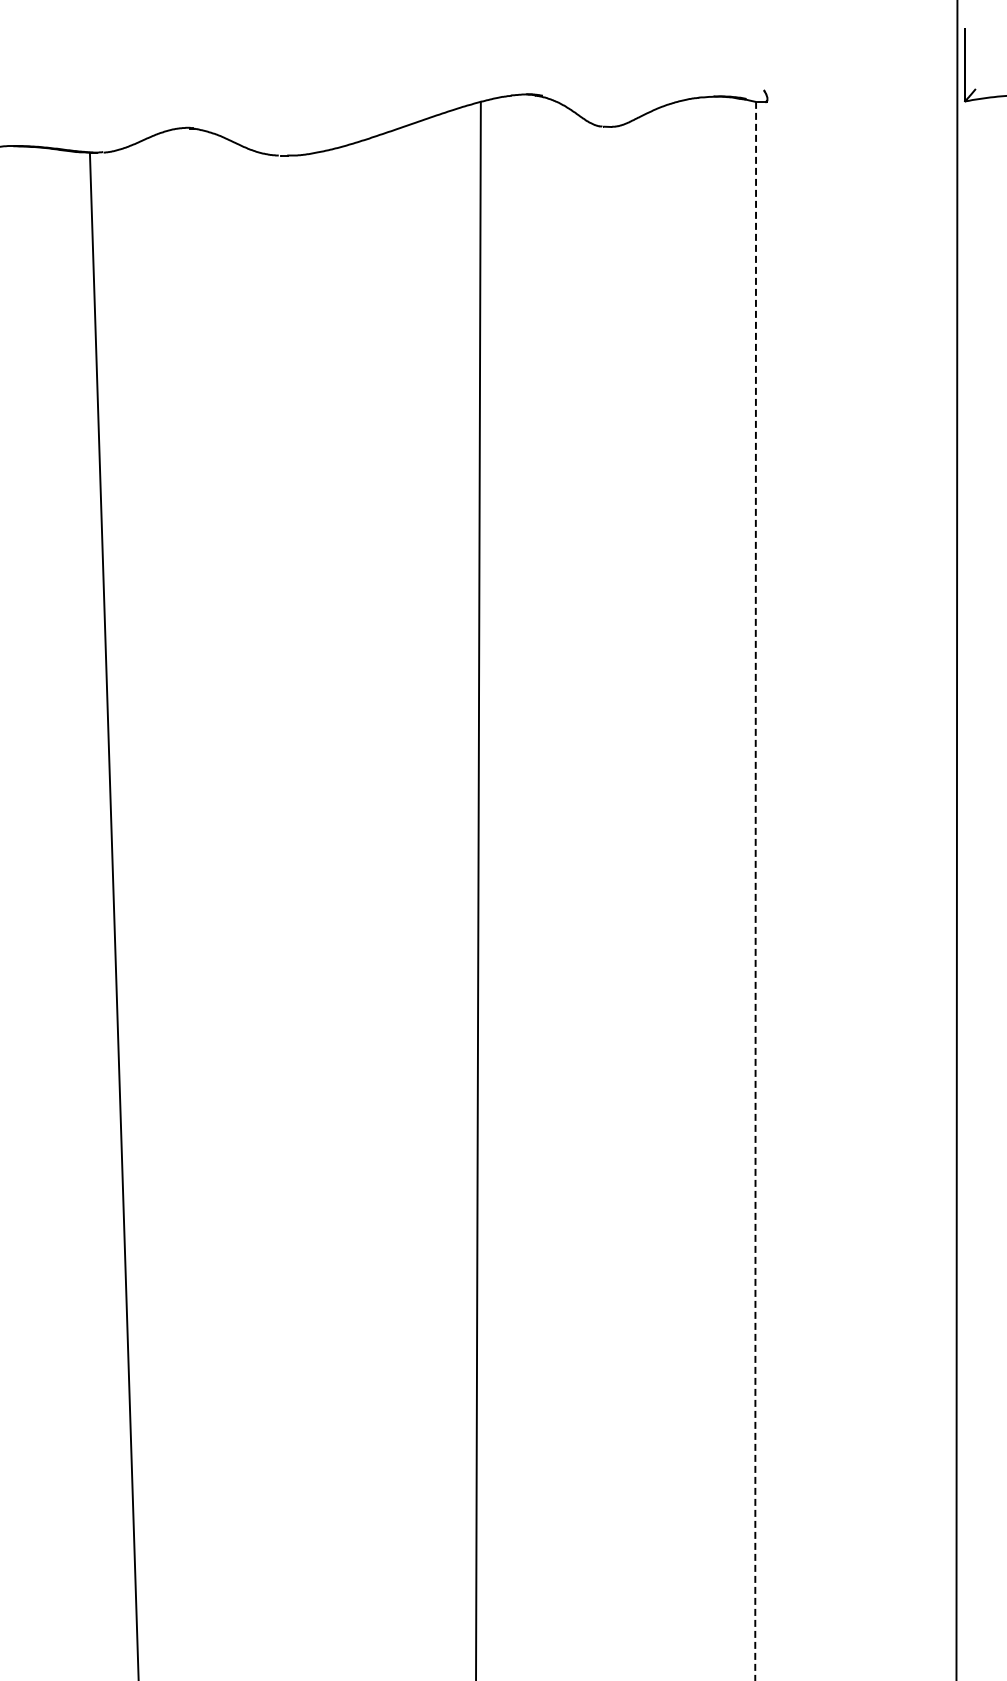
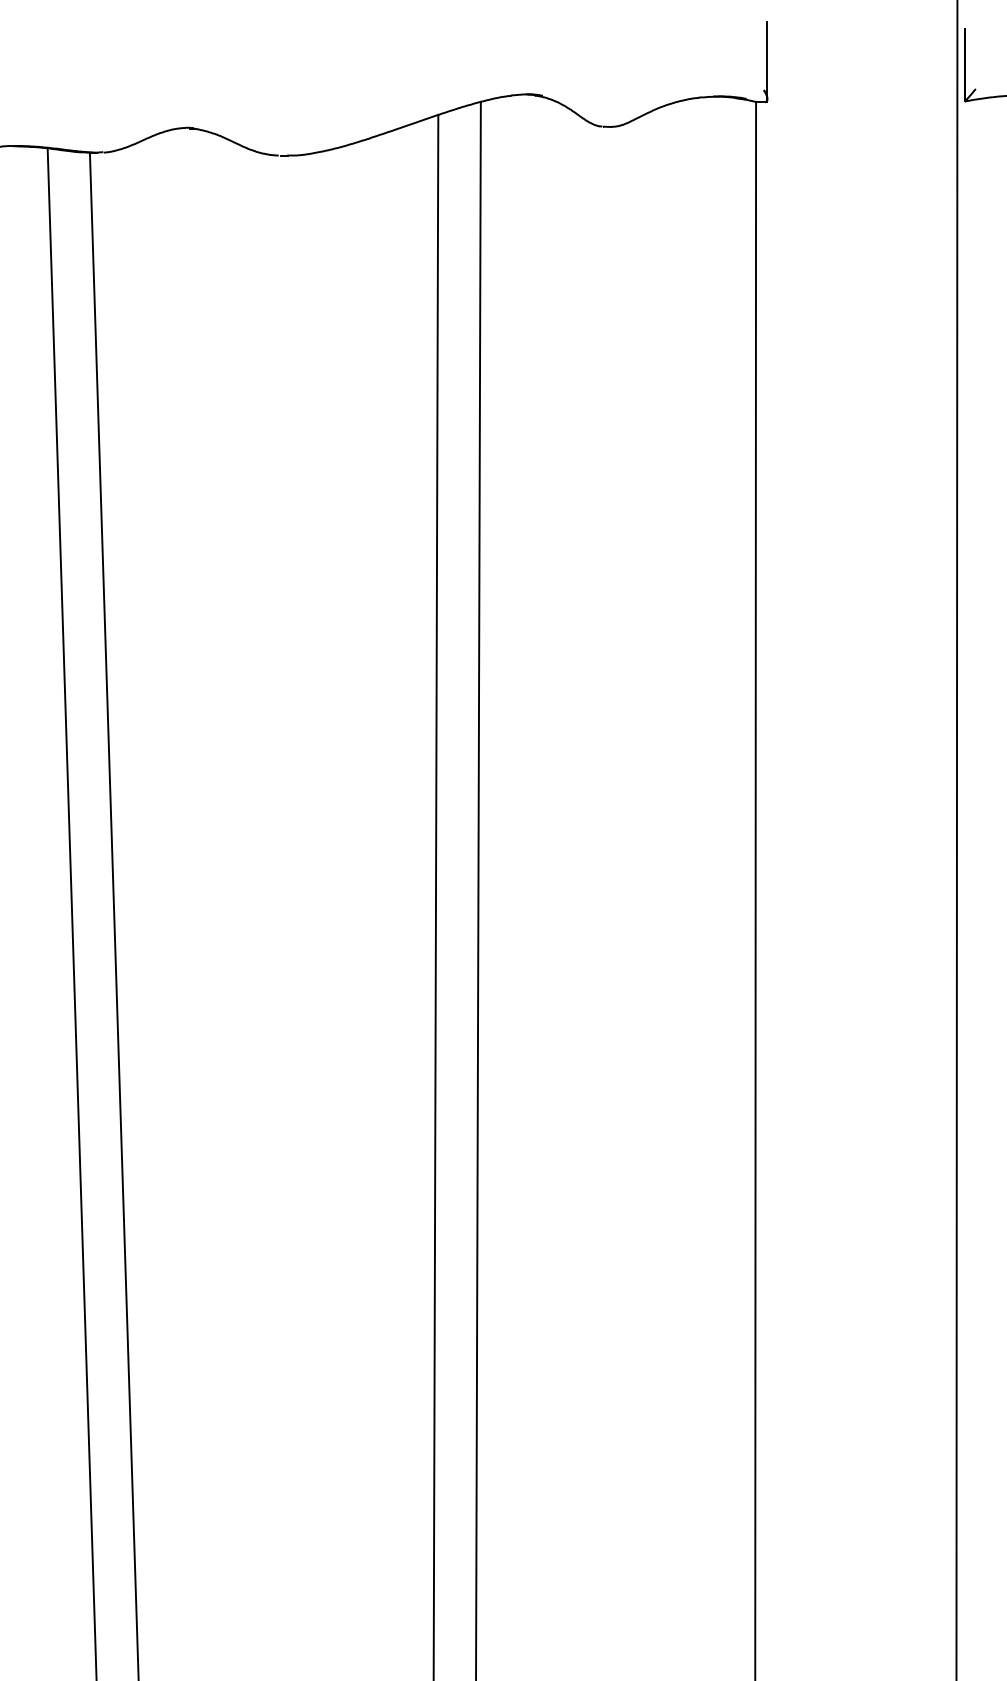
line at (767, 60): none -> present
line at (755, 891): dashed -> solid
line at (435, 895): none -> present
line at (71, 912): none -> present
